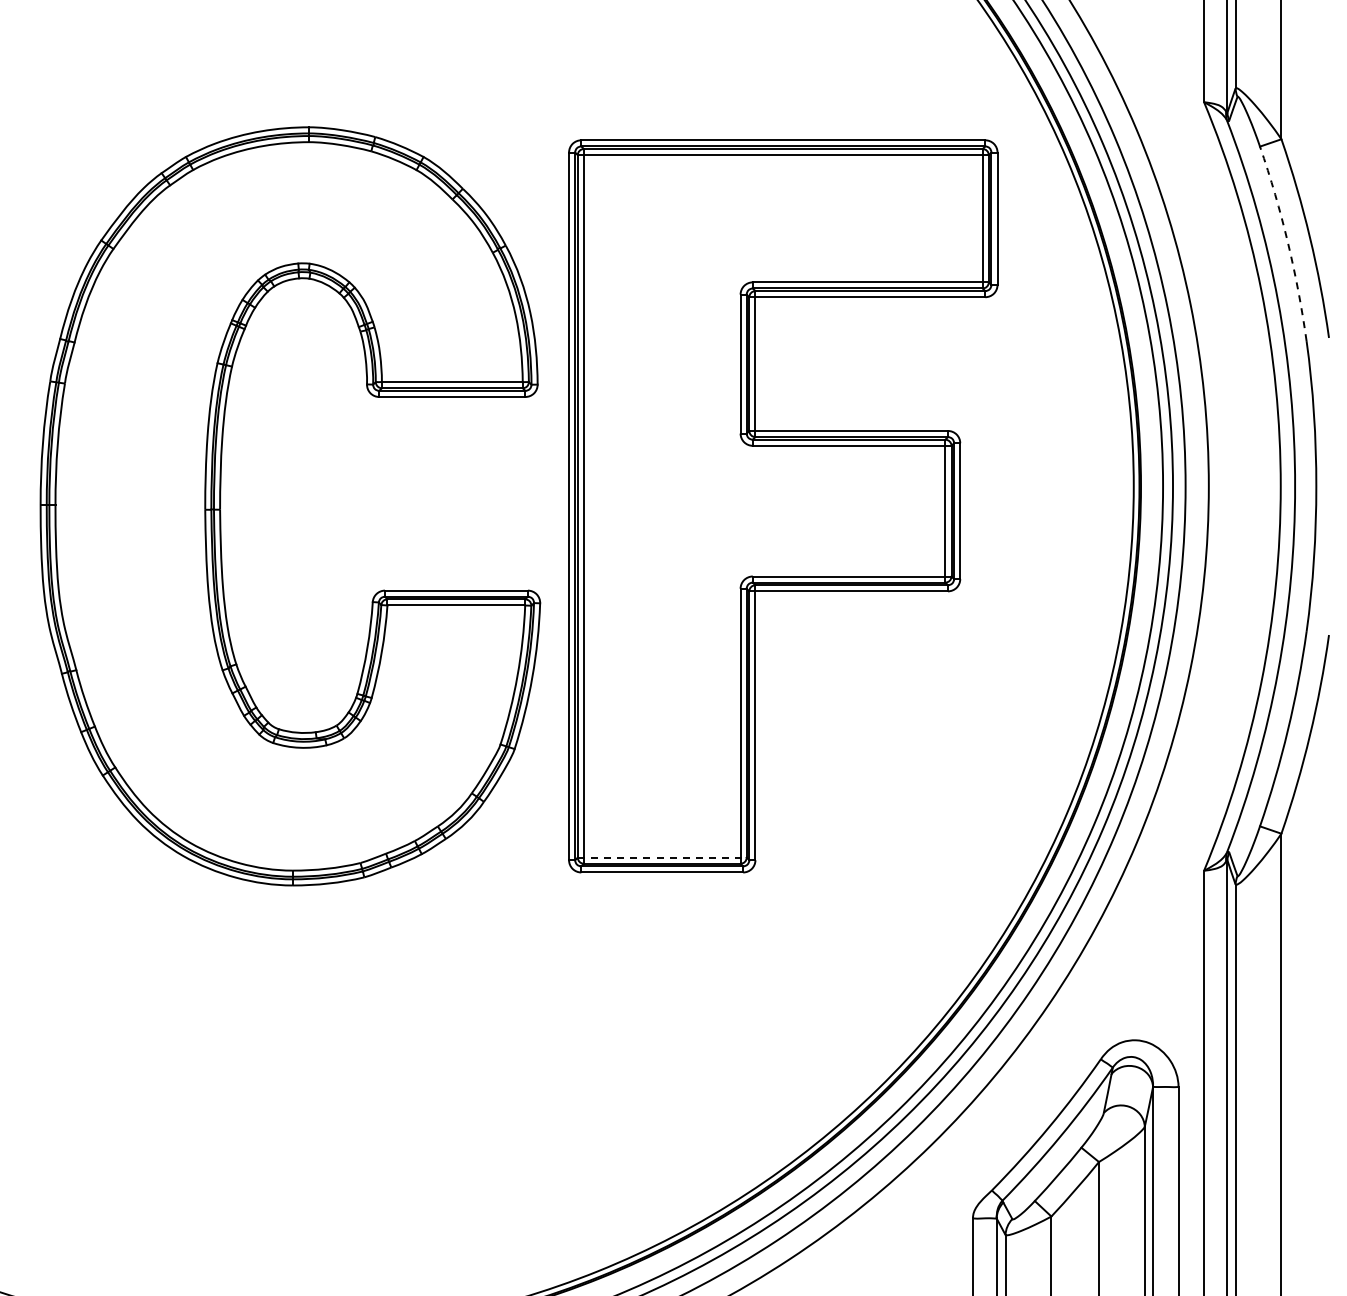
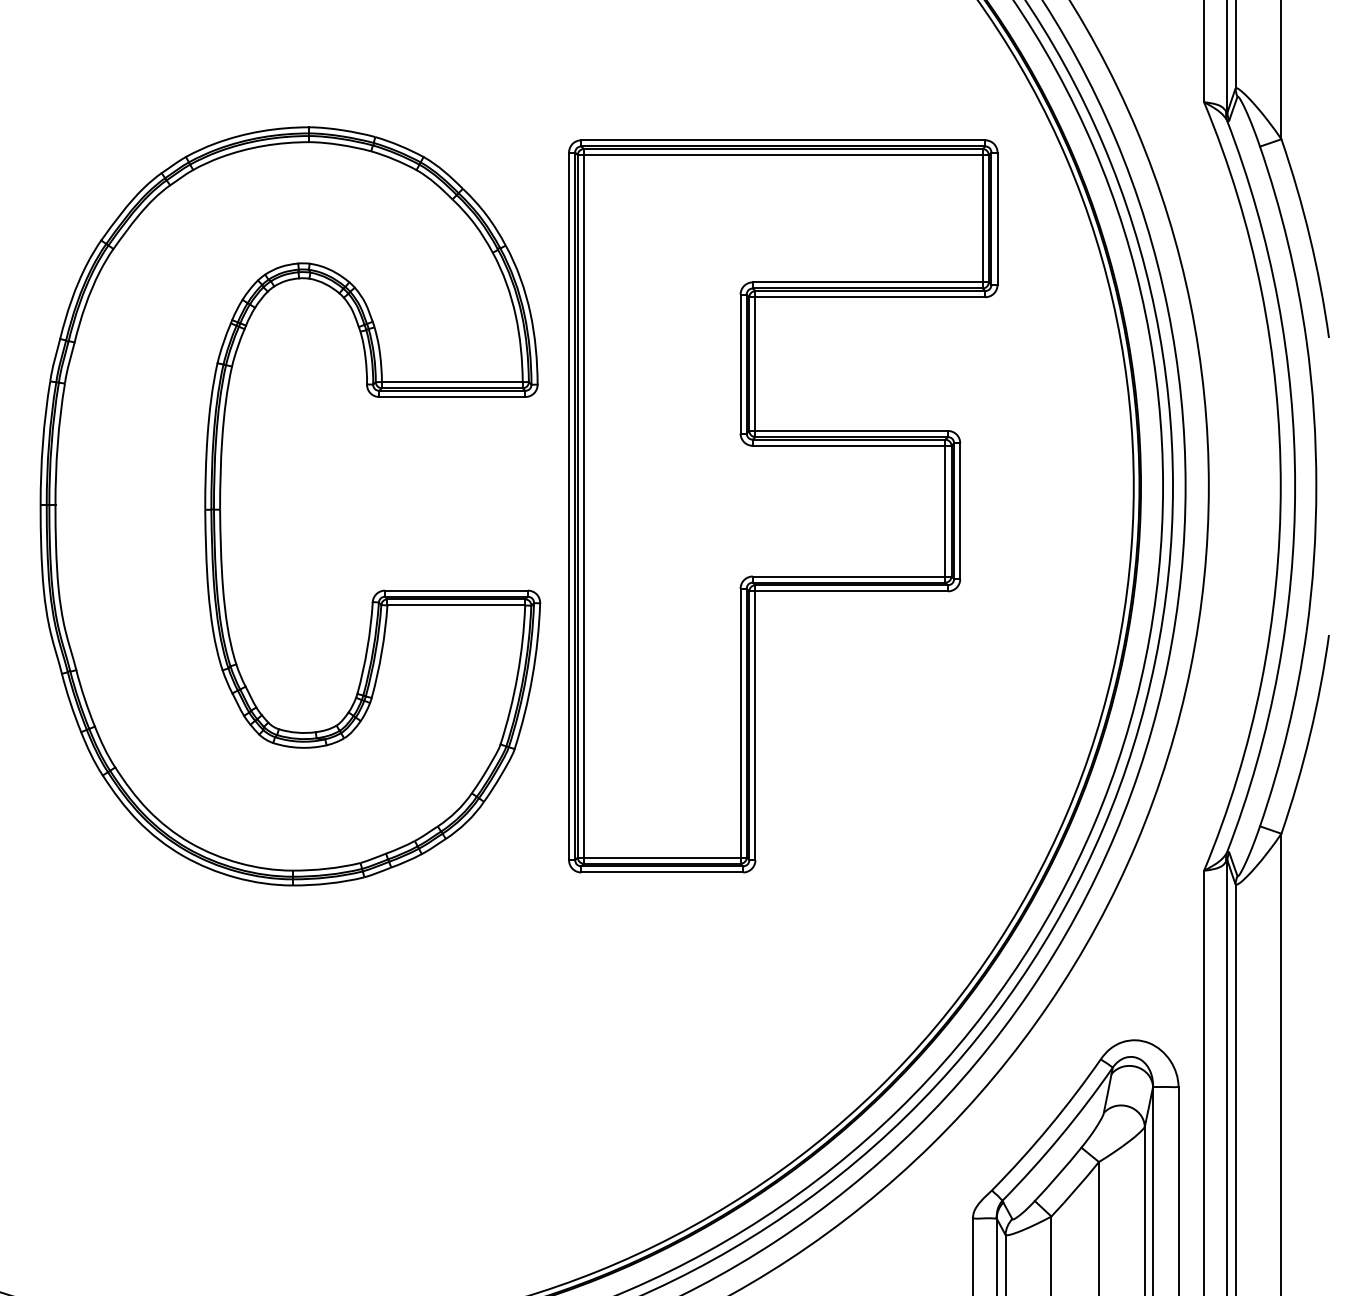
arc at (1287, 242): dashed -> solid
line at (662, 857): dashed -> solid
